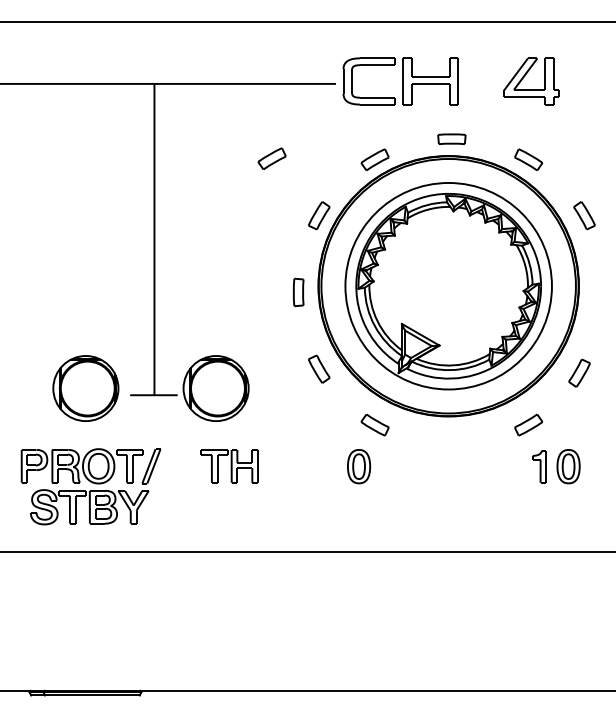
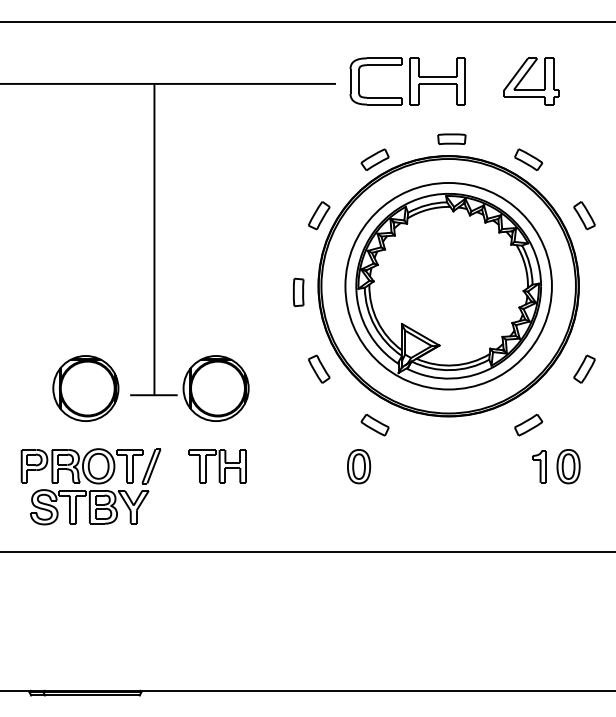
part at (400, 81) position: (400, 81) -> (407, 81)
part at (271, 158): present -> none
part at (579, 372) position: (579, 372) -> (584, 368)
part at (229, 466) position: (229, 466) -> (217, 466)
